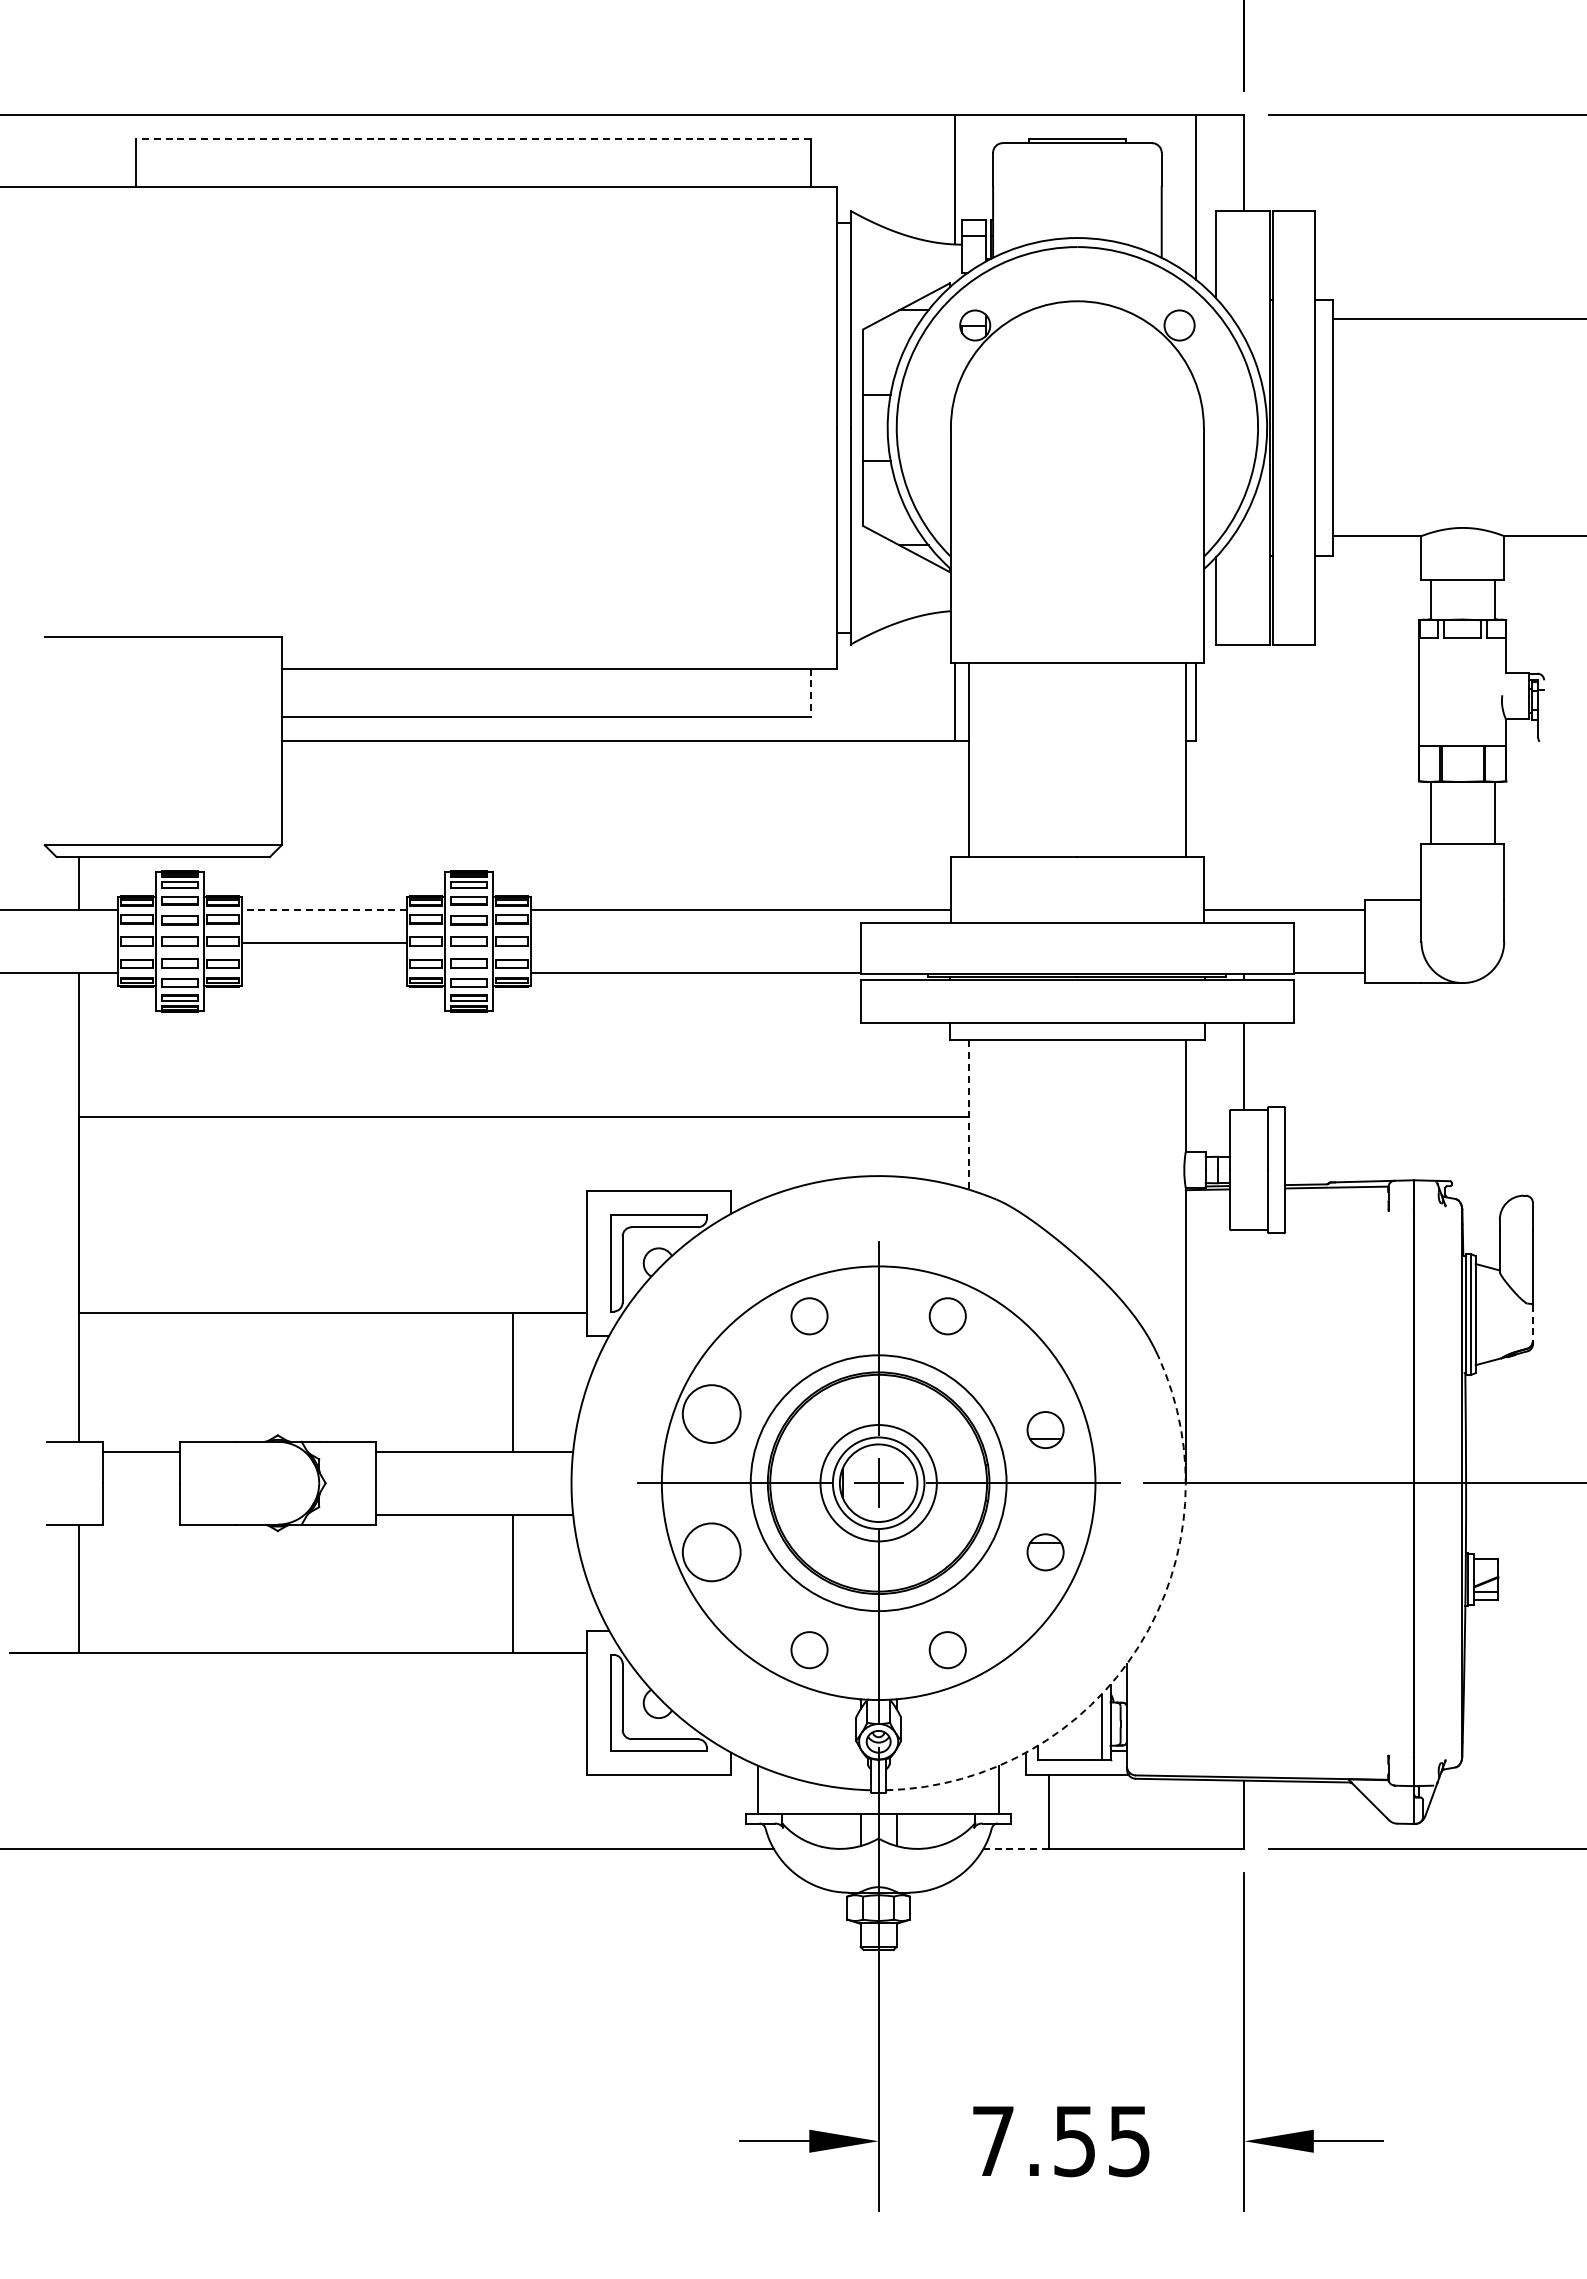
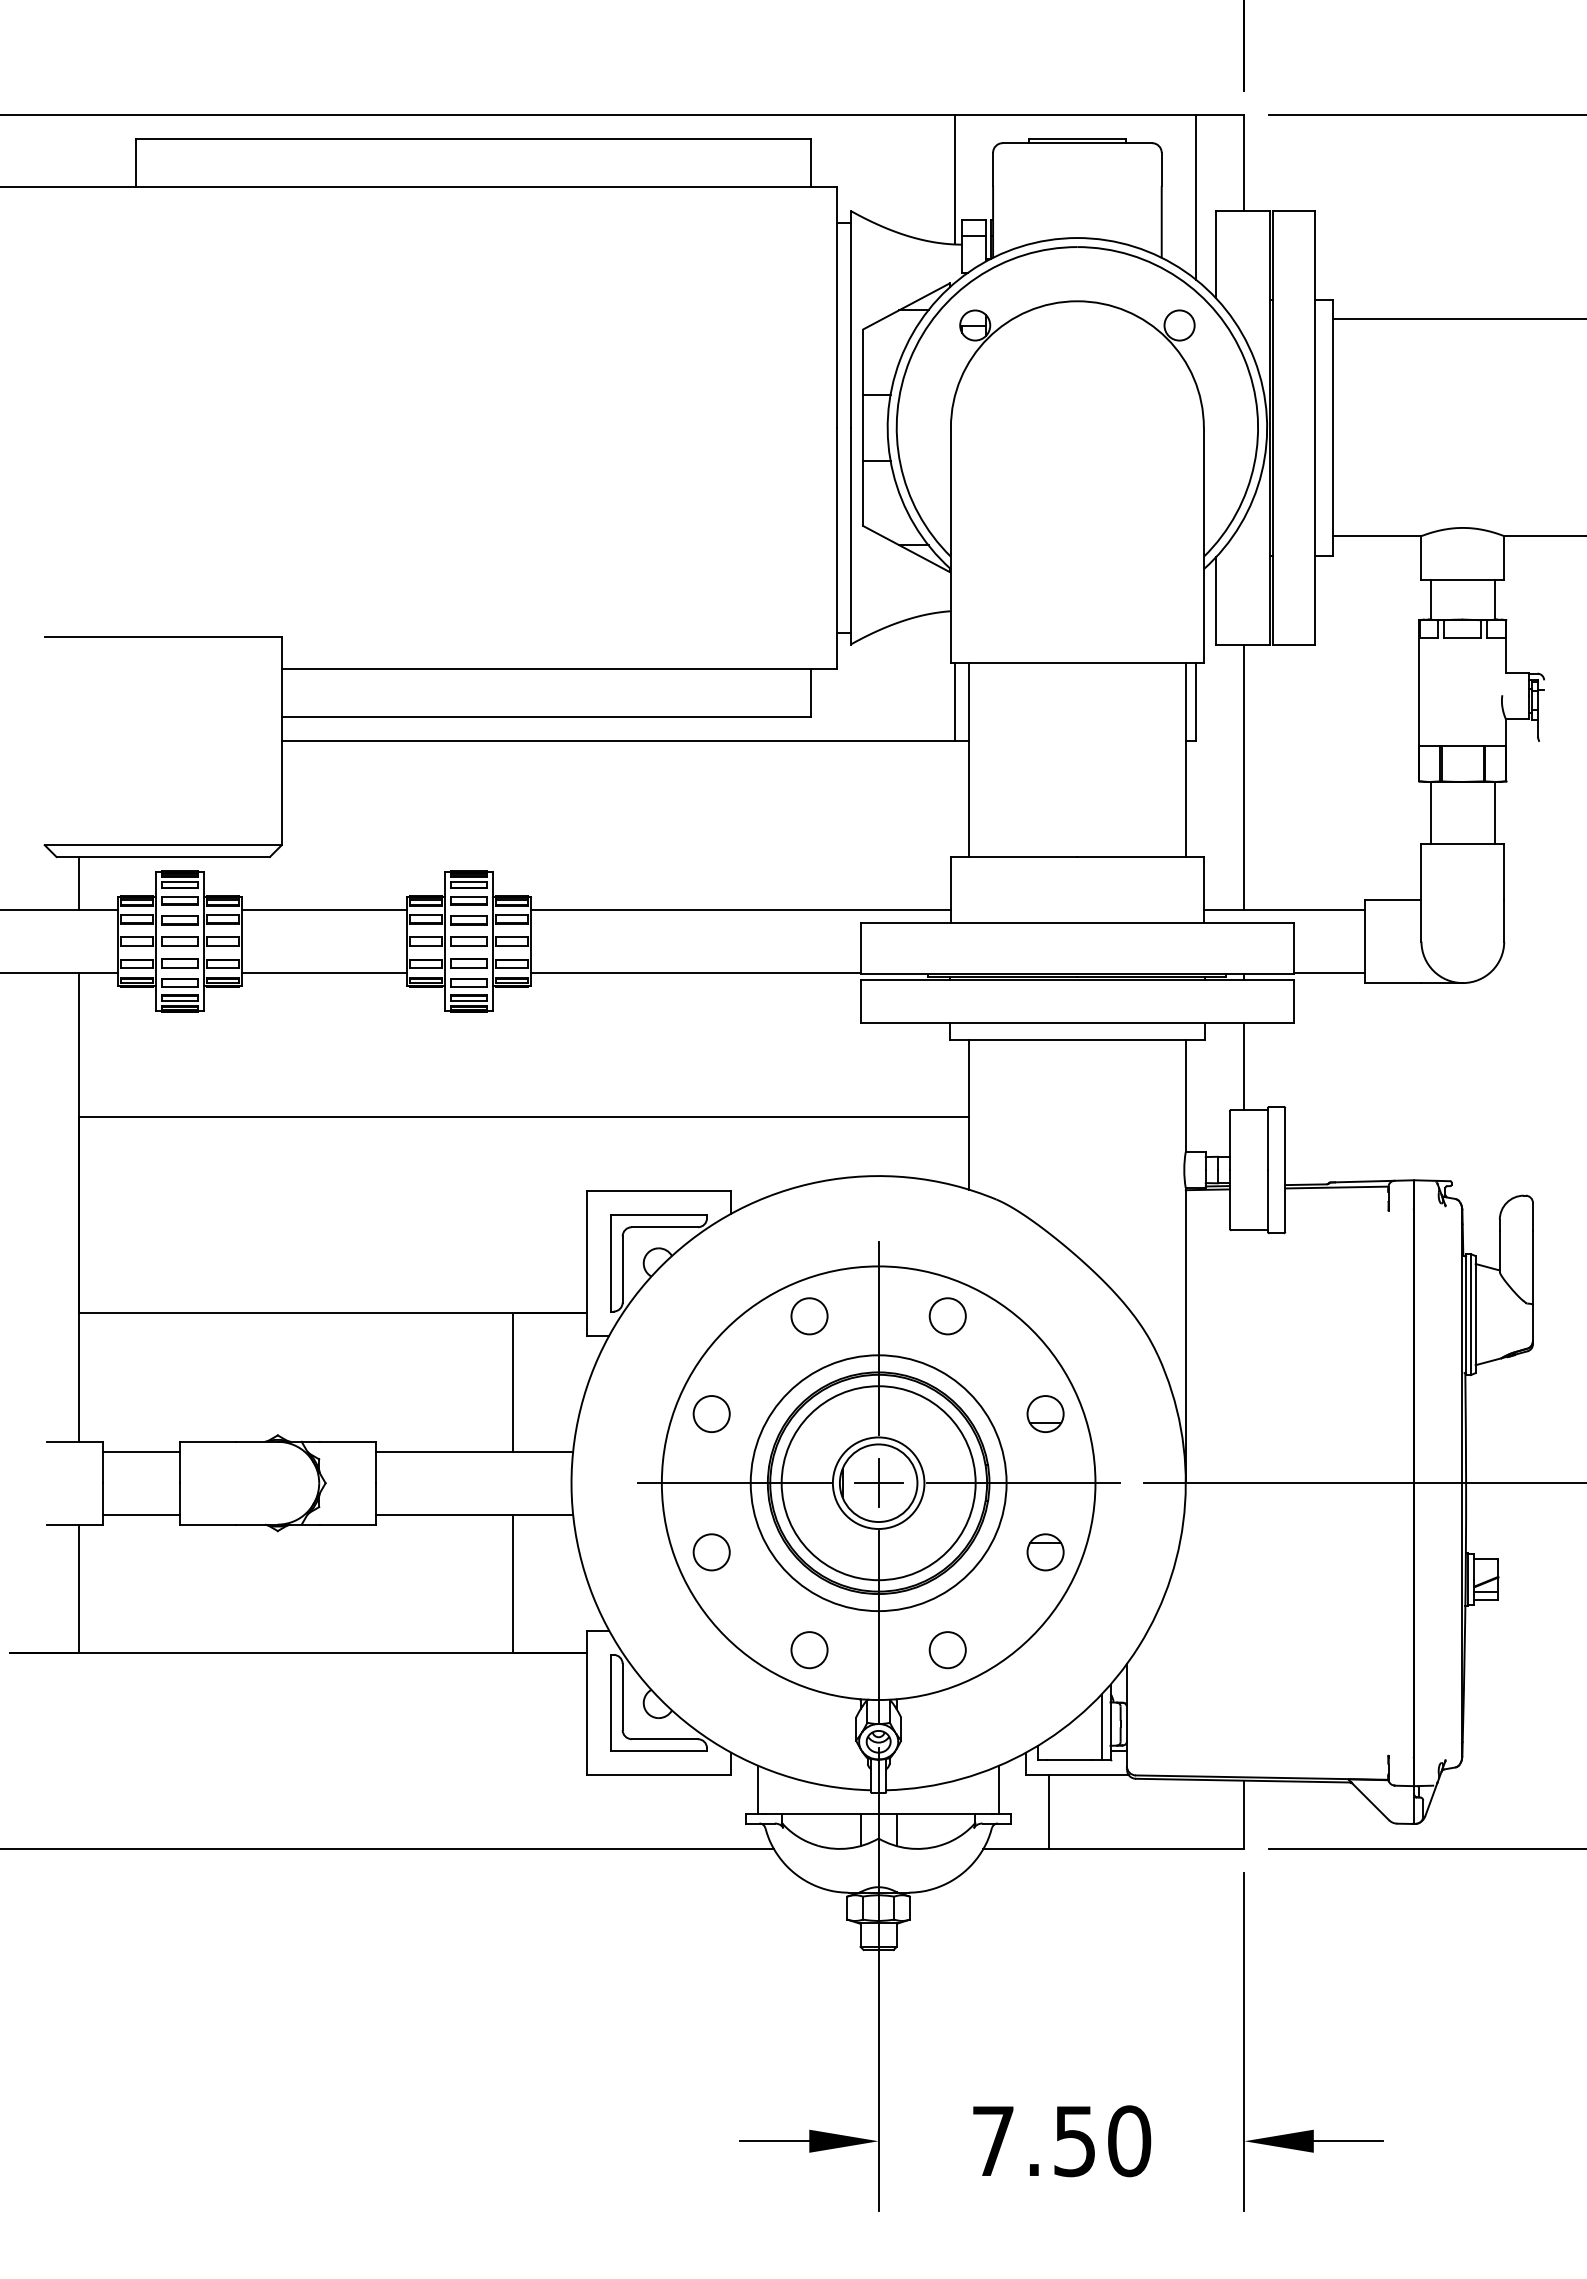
line at (473, 138): dashed -> solid
line at (810, 693): dashed -> solid
line at (1244, 777): none -> present
line at (324, 910): dashed -> solid
line at (324, 943) position: (324, 943) -> (324, 973)
line at (969, 1115): dashed -> solid
line at (1532, 1323): dashed -> solid
circle at (711, 1413) diameter: 58 px -> 36 px
part at (1045, 1429) position: (1045, 1429) -> (1045, 1413)
circle at (878, 1483) diameter: 116 px -> 194 px
line at (141, 1514): none -> present
circle at (711, 1552) diameter: 58 px -> 36 px
arc at (1138, 1646): dashed -> solid
line at (1016, 1849): dashed -> solid
text at (1129, 2141): 7.55 -> 7.50
